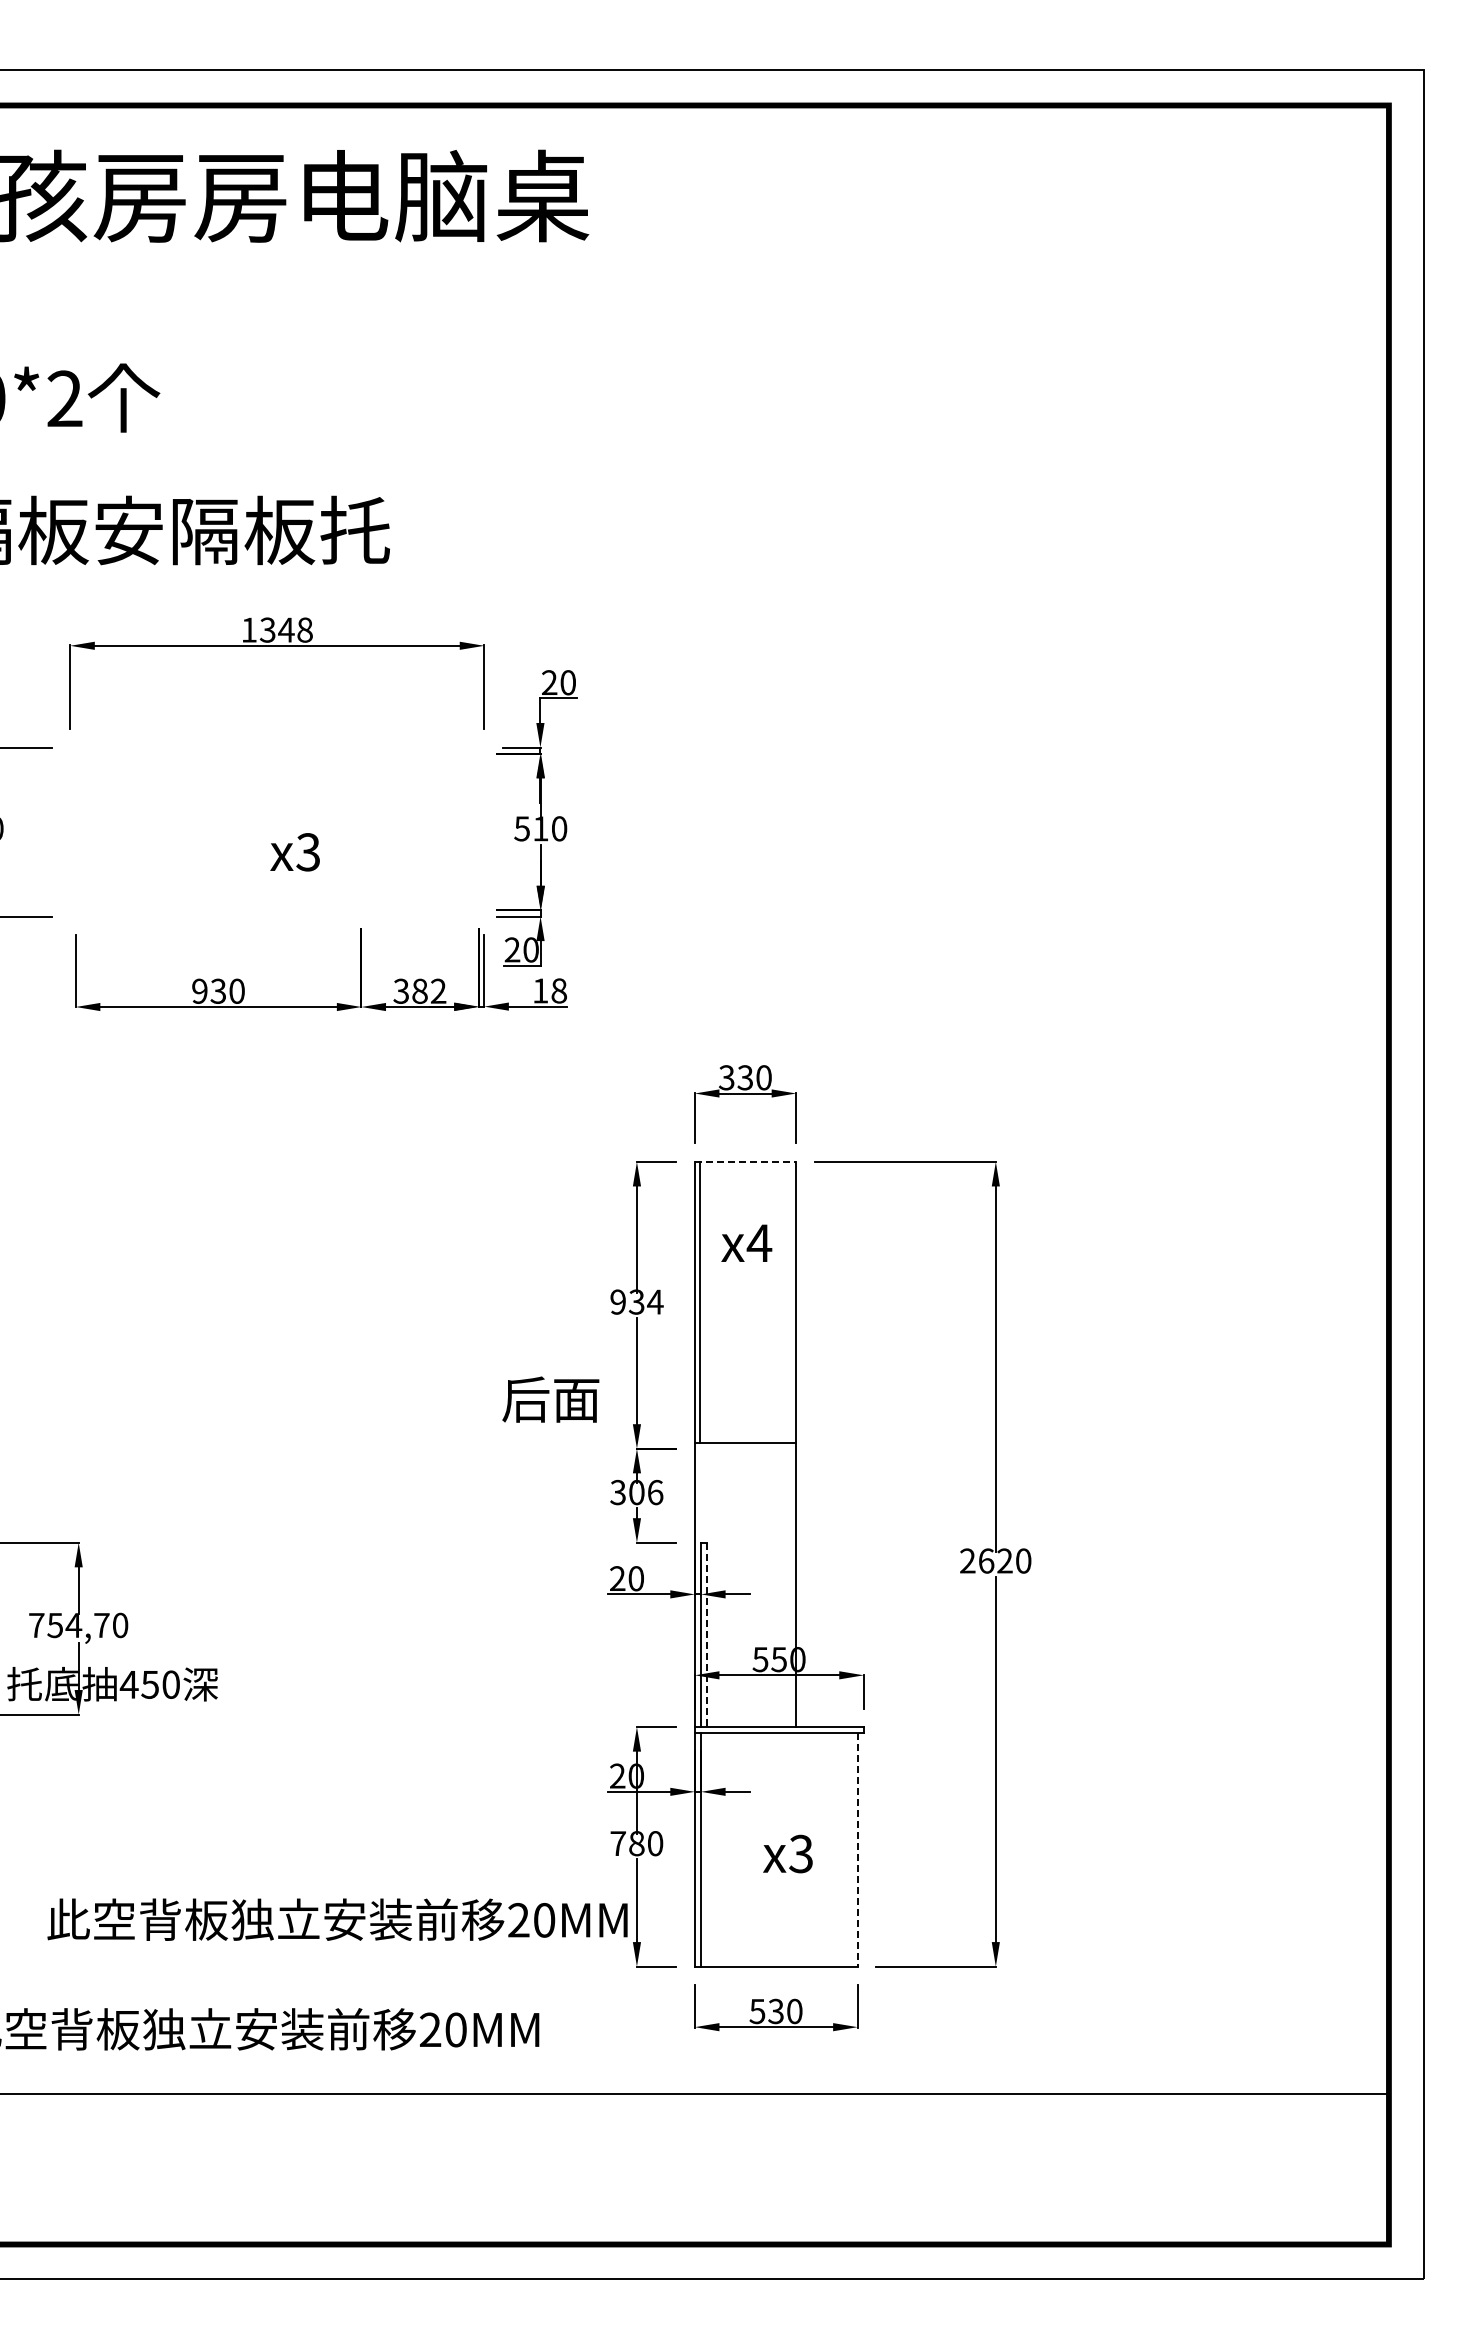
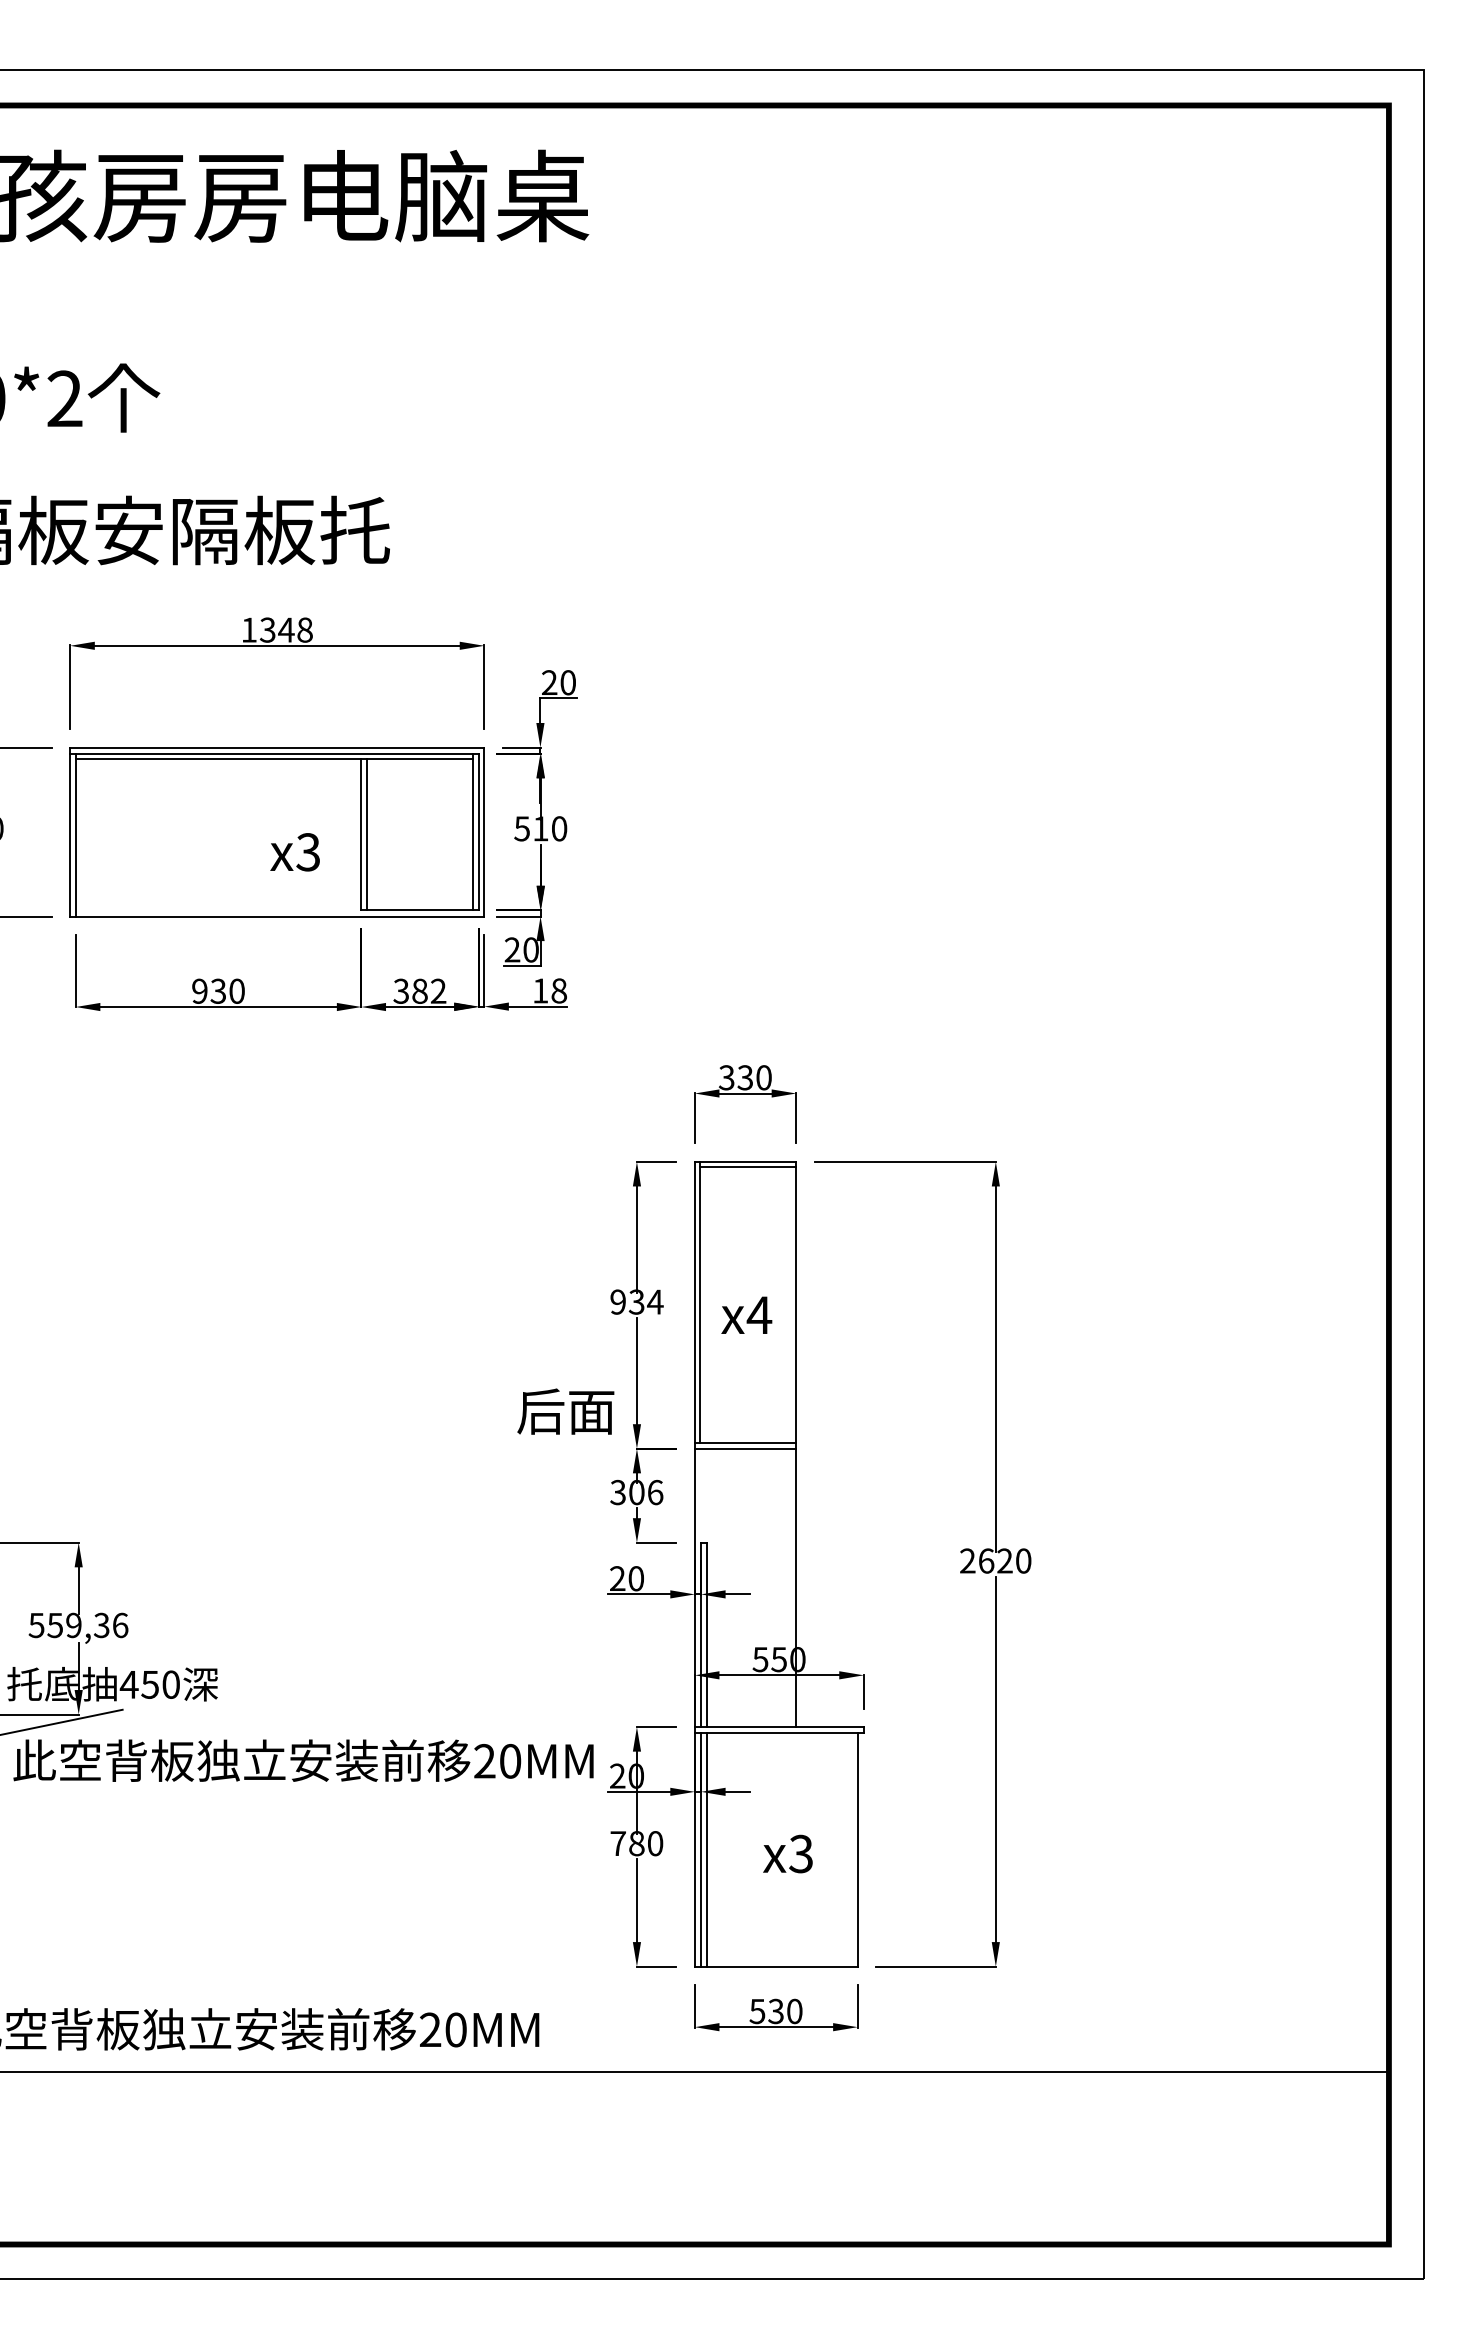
part at (276, 832): none -> present
line at (745, 1161): dashed -> solid
line at (748, 1167): none -> present
text at (746, 1242) position: (746, 1242) -> (746, 1314)
text at (550, 1399) position: (550, 1399) -> (565, 1411)
line at (745, 1448): none -> present
text at (78, 1625): 754,70 -> 559,36
line at (706, 1635): dashed -> solid
line at (62, 1721): none -> present
line at (706, 1849): none -> present
line at (857, 1850): dashed -> solid
text at (337, 1919) position: (337, 1919) -> (303, 1760)
line at (695, 2094) position: (695, 2094) -> (695, 2072)
